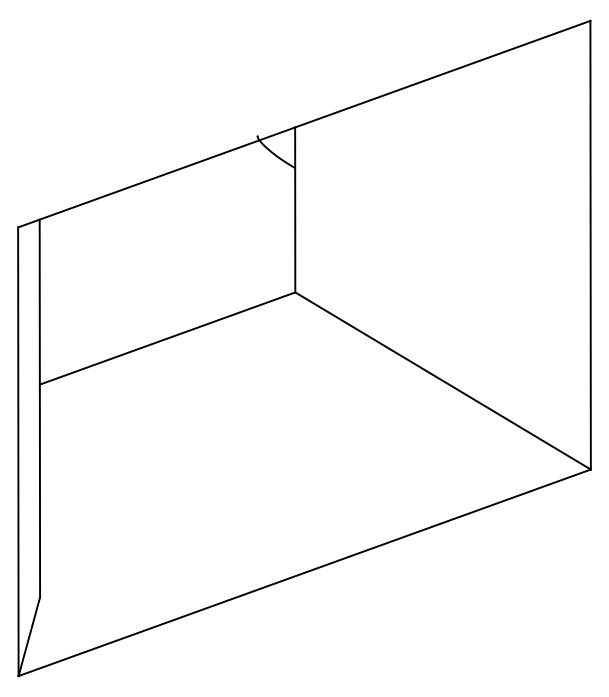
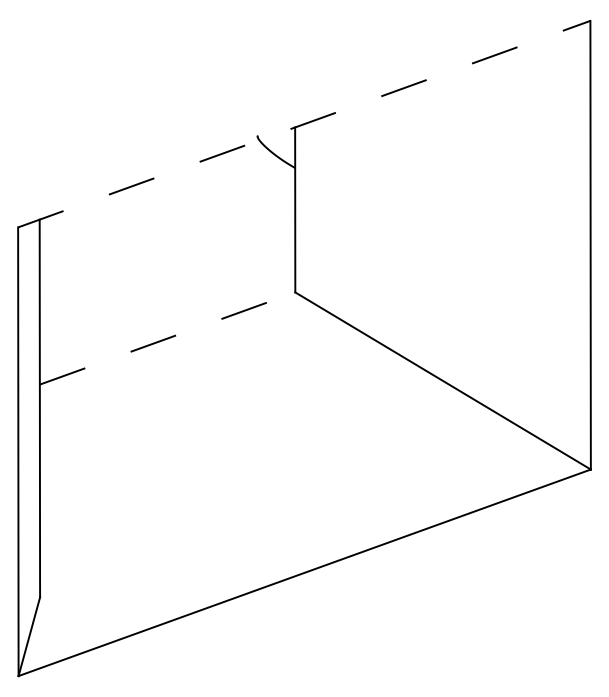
line at (304, 124): solid -> dashed
line at (167, 338): solid -> dashed
